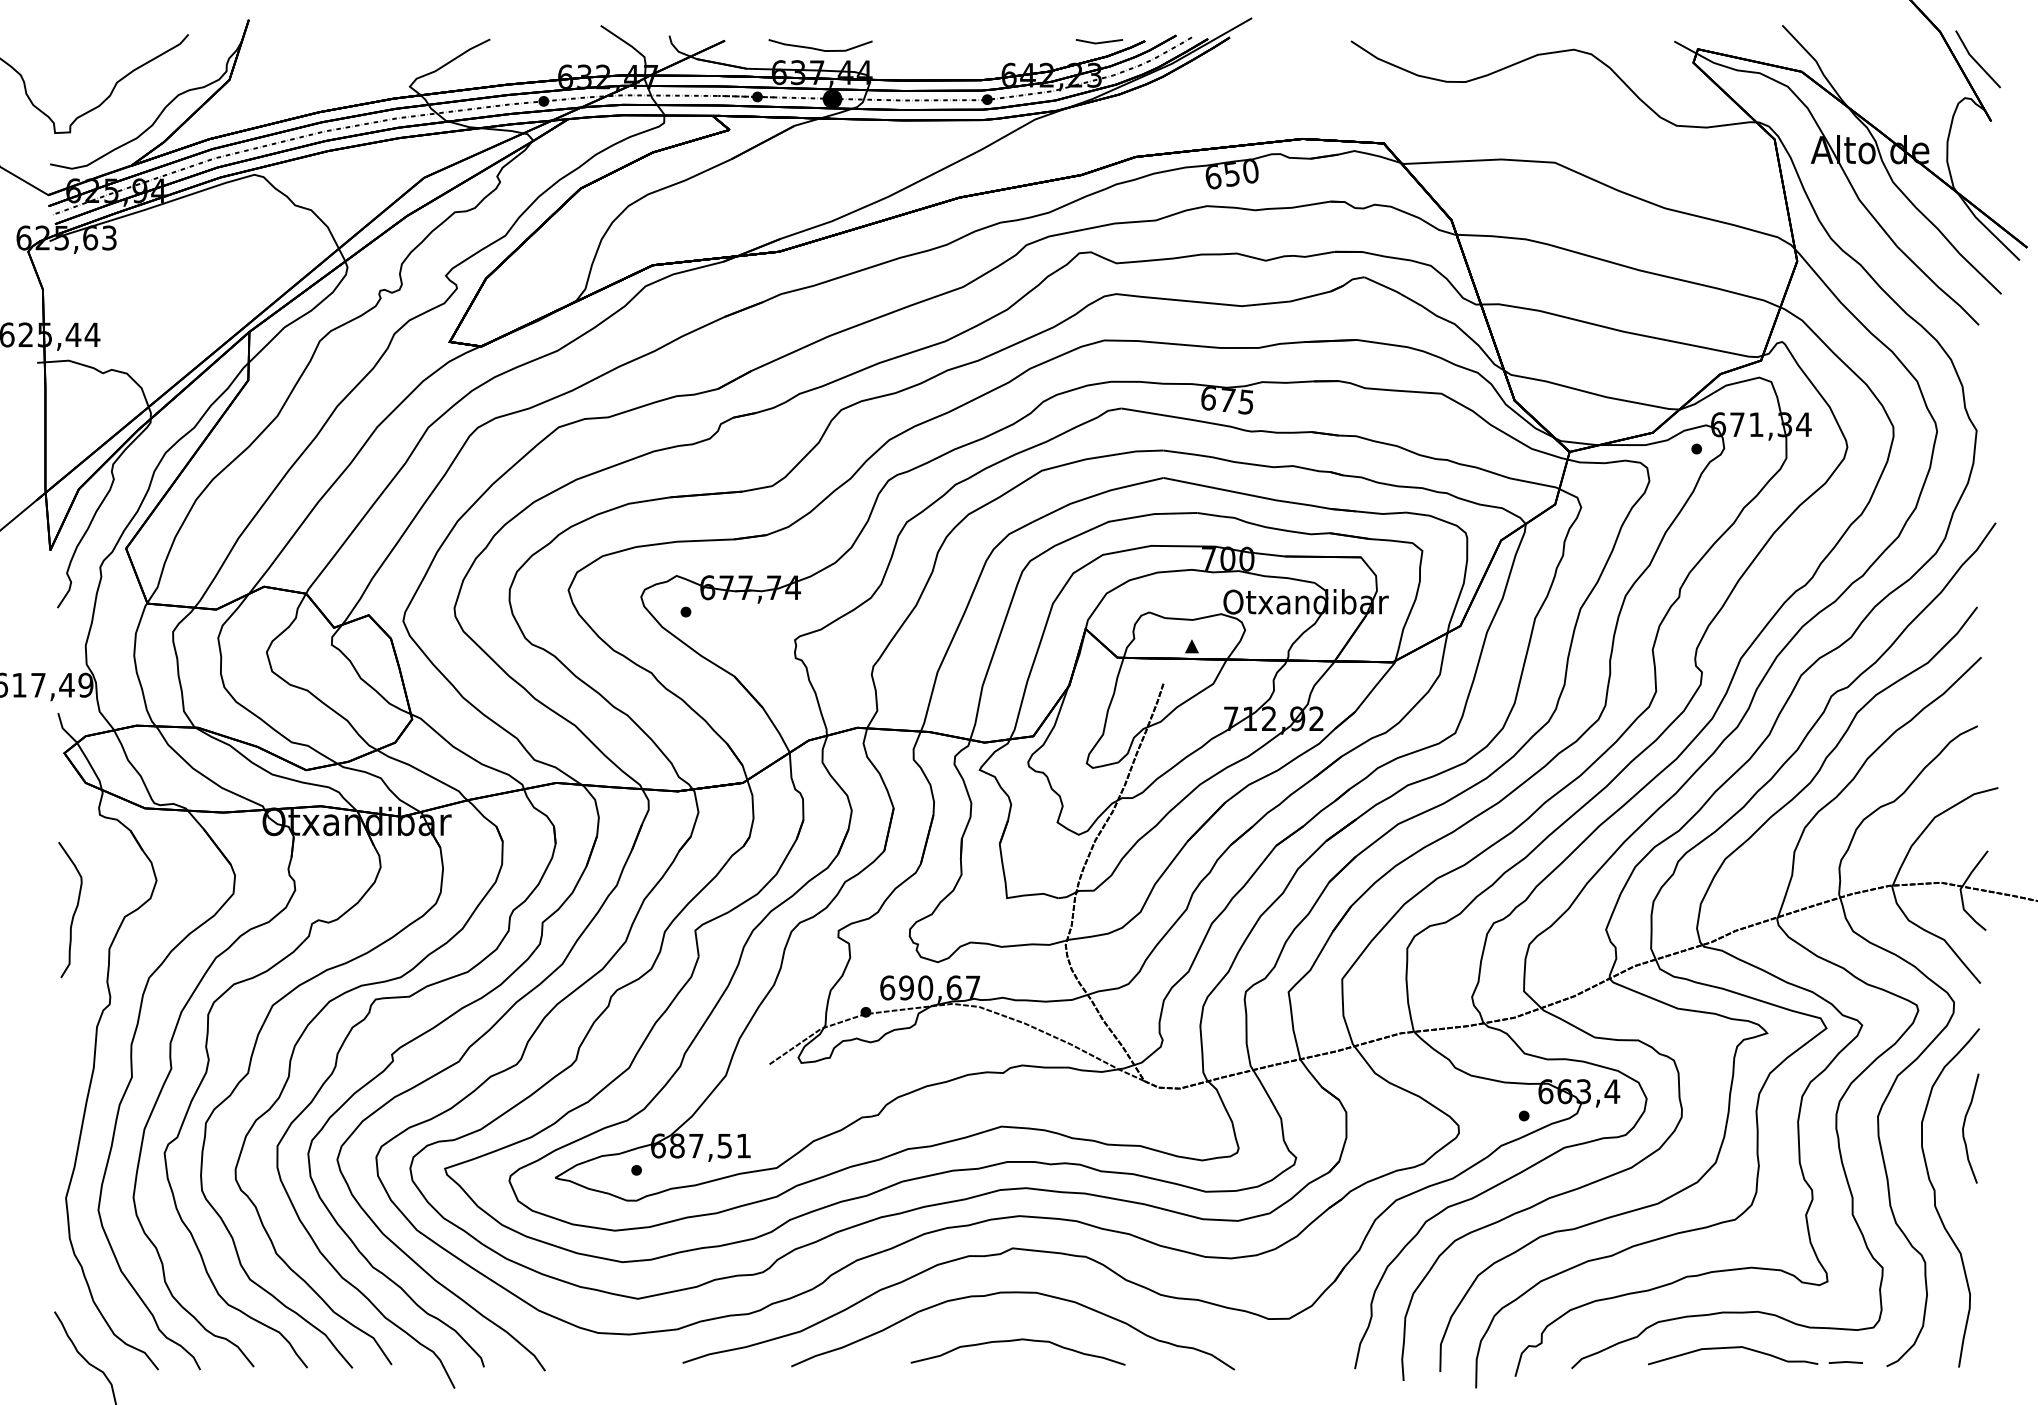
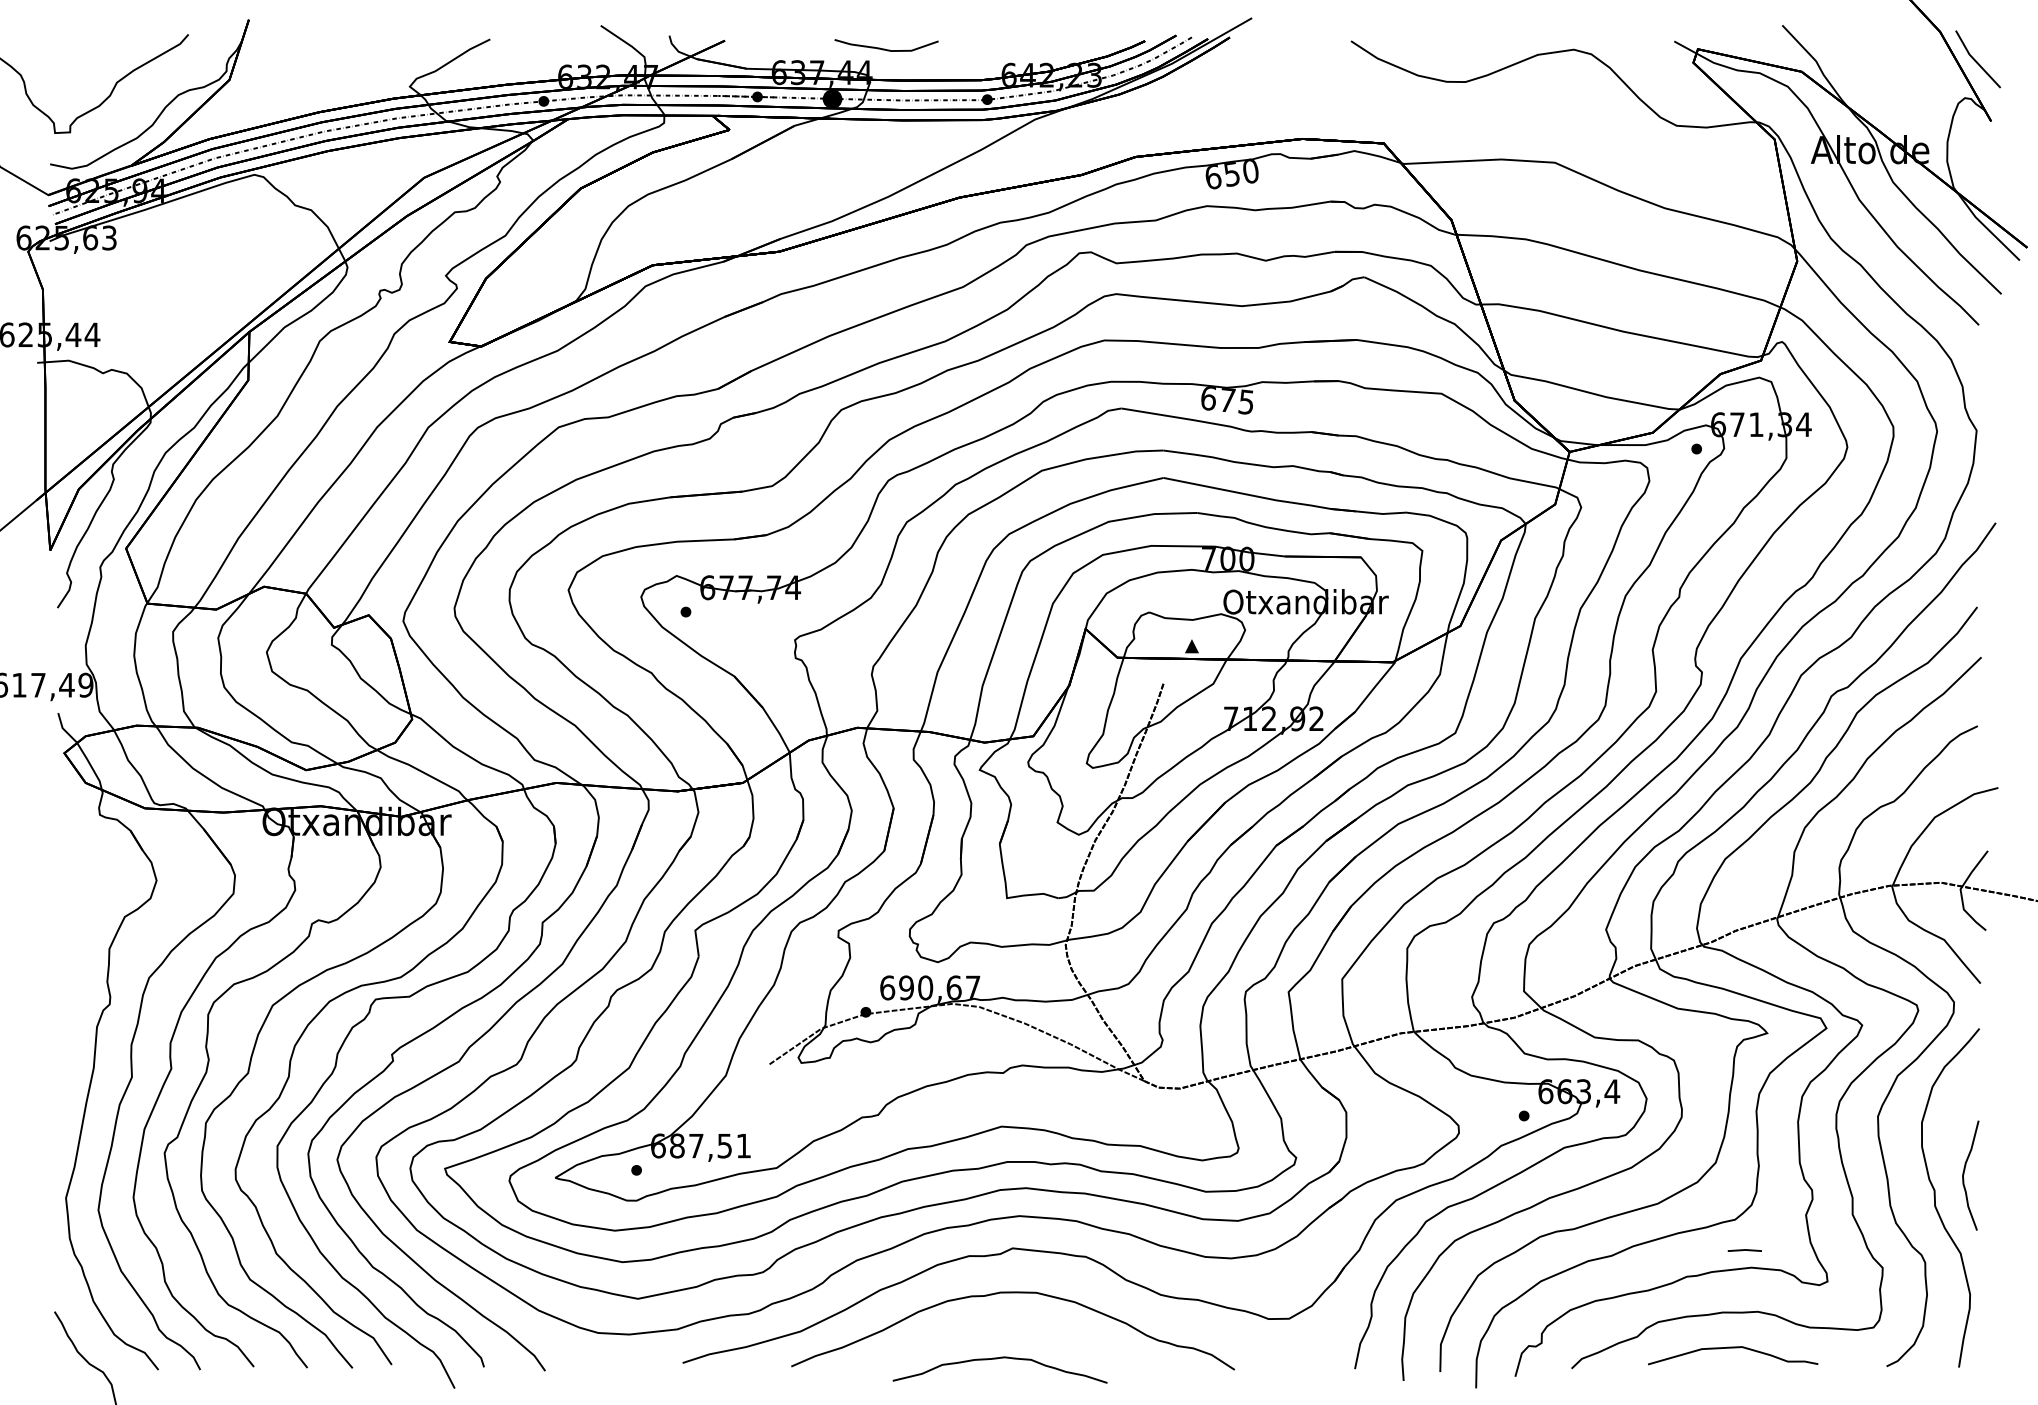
line at (1099, 42): present -> none
curve at (819, 48) position: (819, 48) -> (885, 48)
curve at (74, 910): present -> none
curve at (1964, 1127) position: (1964, 1127) -> (1964, 1174)
curve at (1015, 1341) position: (1015, 1341) -> (997, 1359)
line at (1845, 1362) position: (1845, 1362) -> (1744, 1250)
